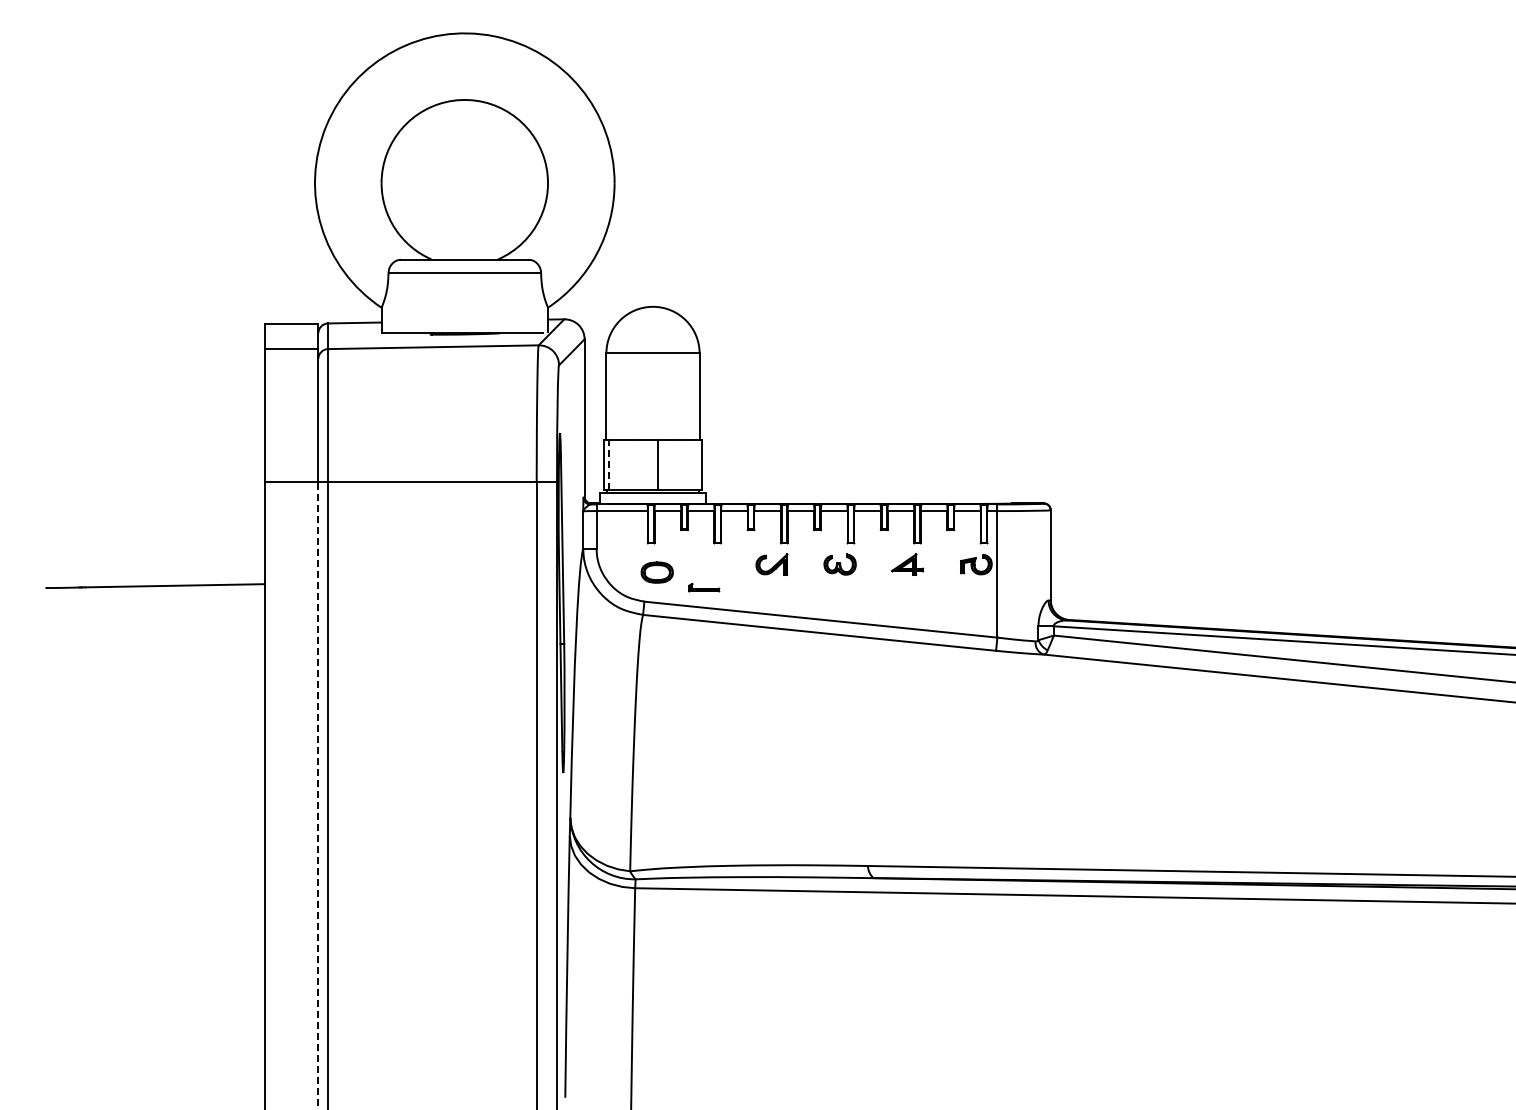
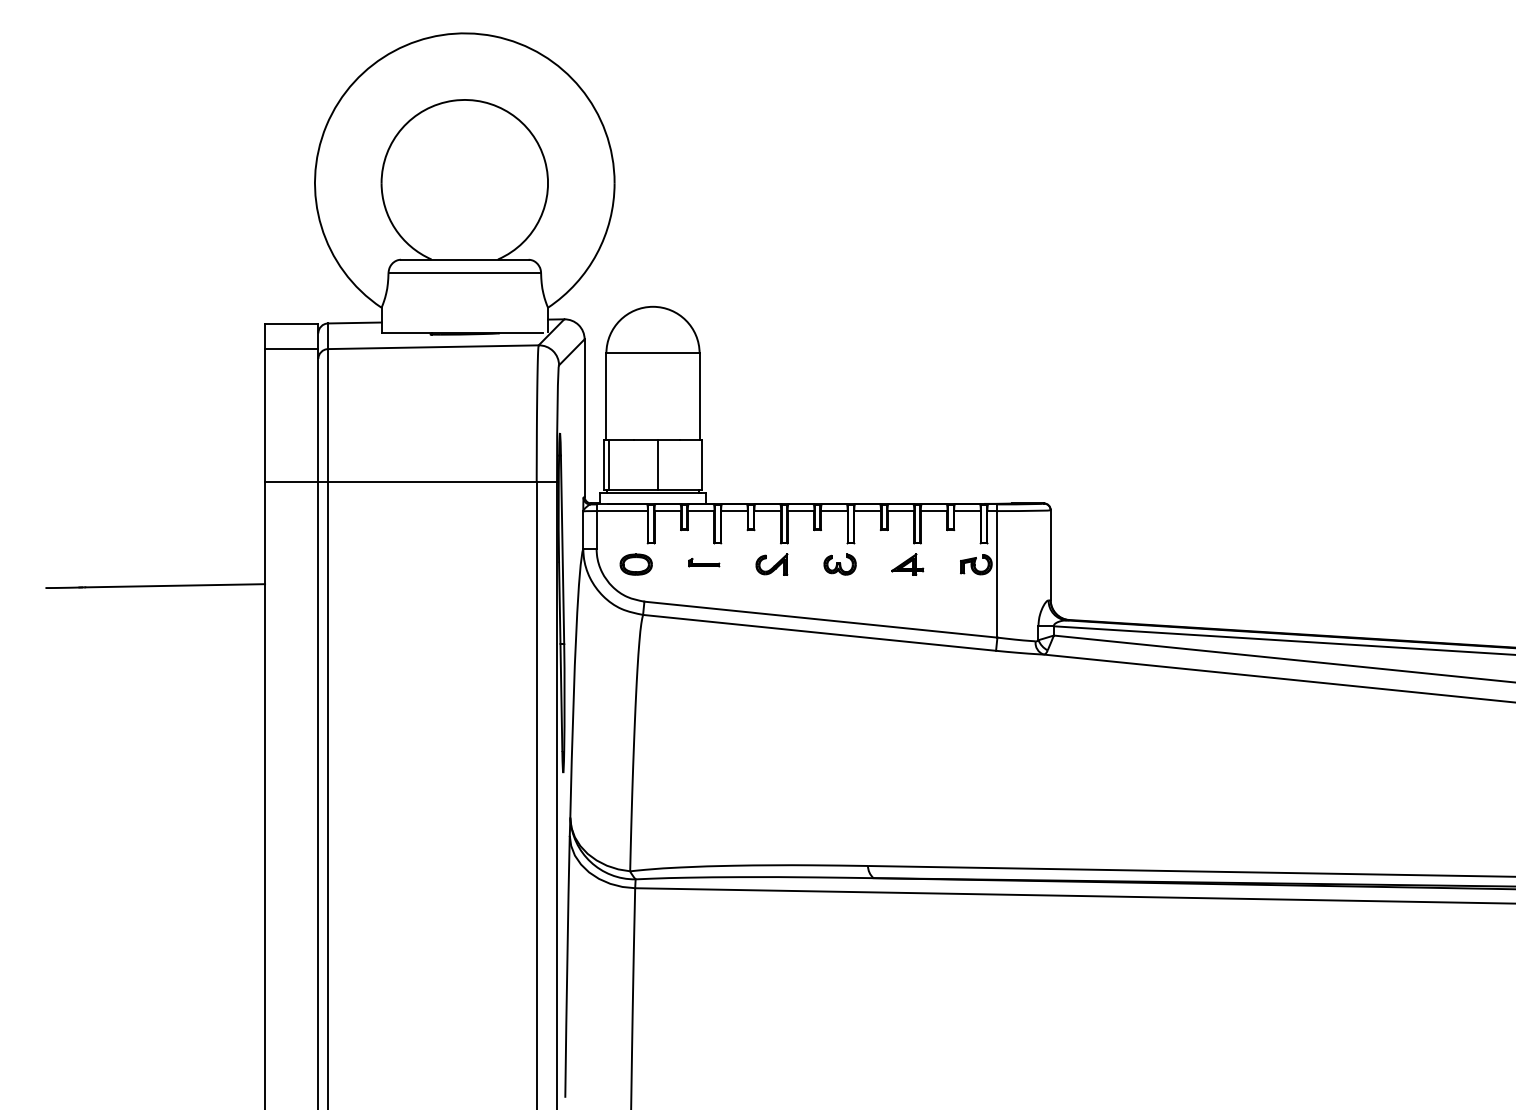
line at (609, 464): dashed -> solid
part at (656, 572) position: (656, 572) -> (635, 564)
part at (704, 587) position: (704, 587) -> (704, 562)
line at (318, 795): dashed -> solid
